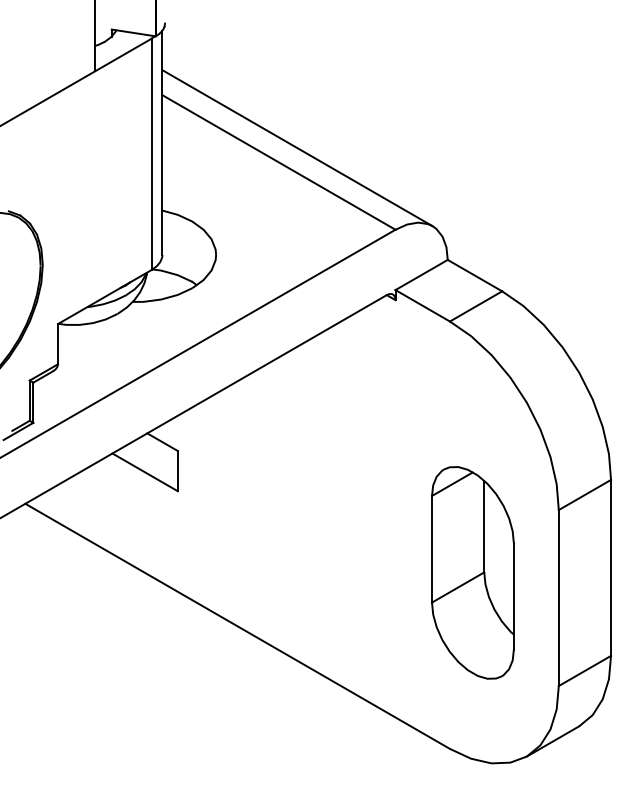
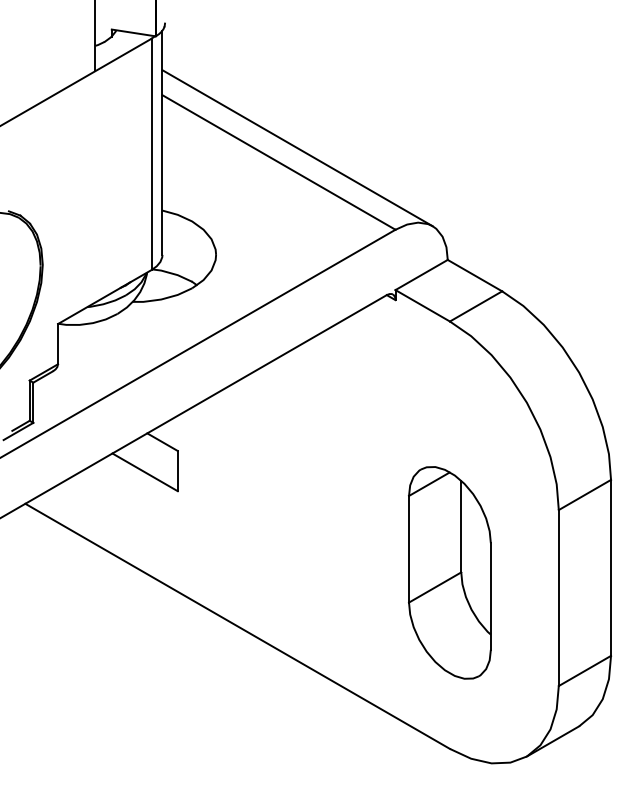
part at (472, 572) position: (472, 572) -> (449, 572)
